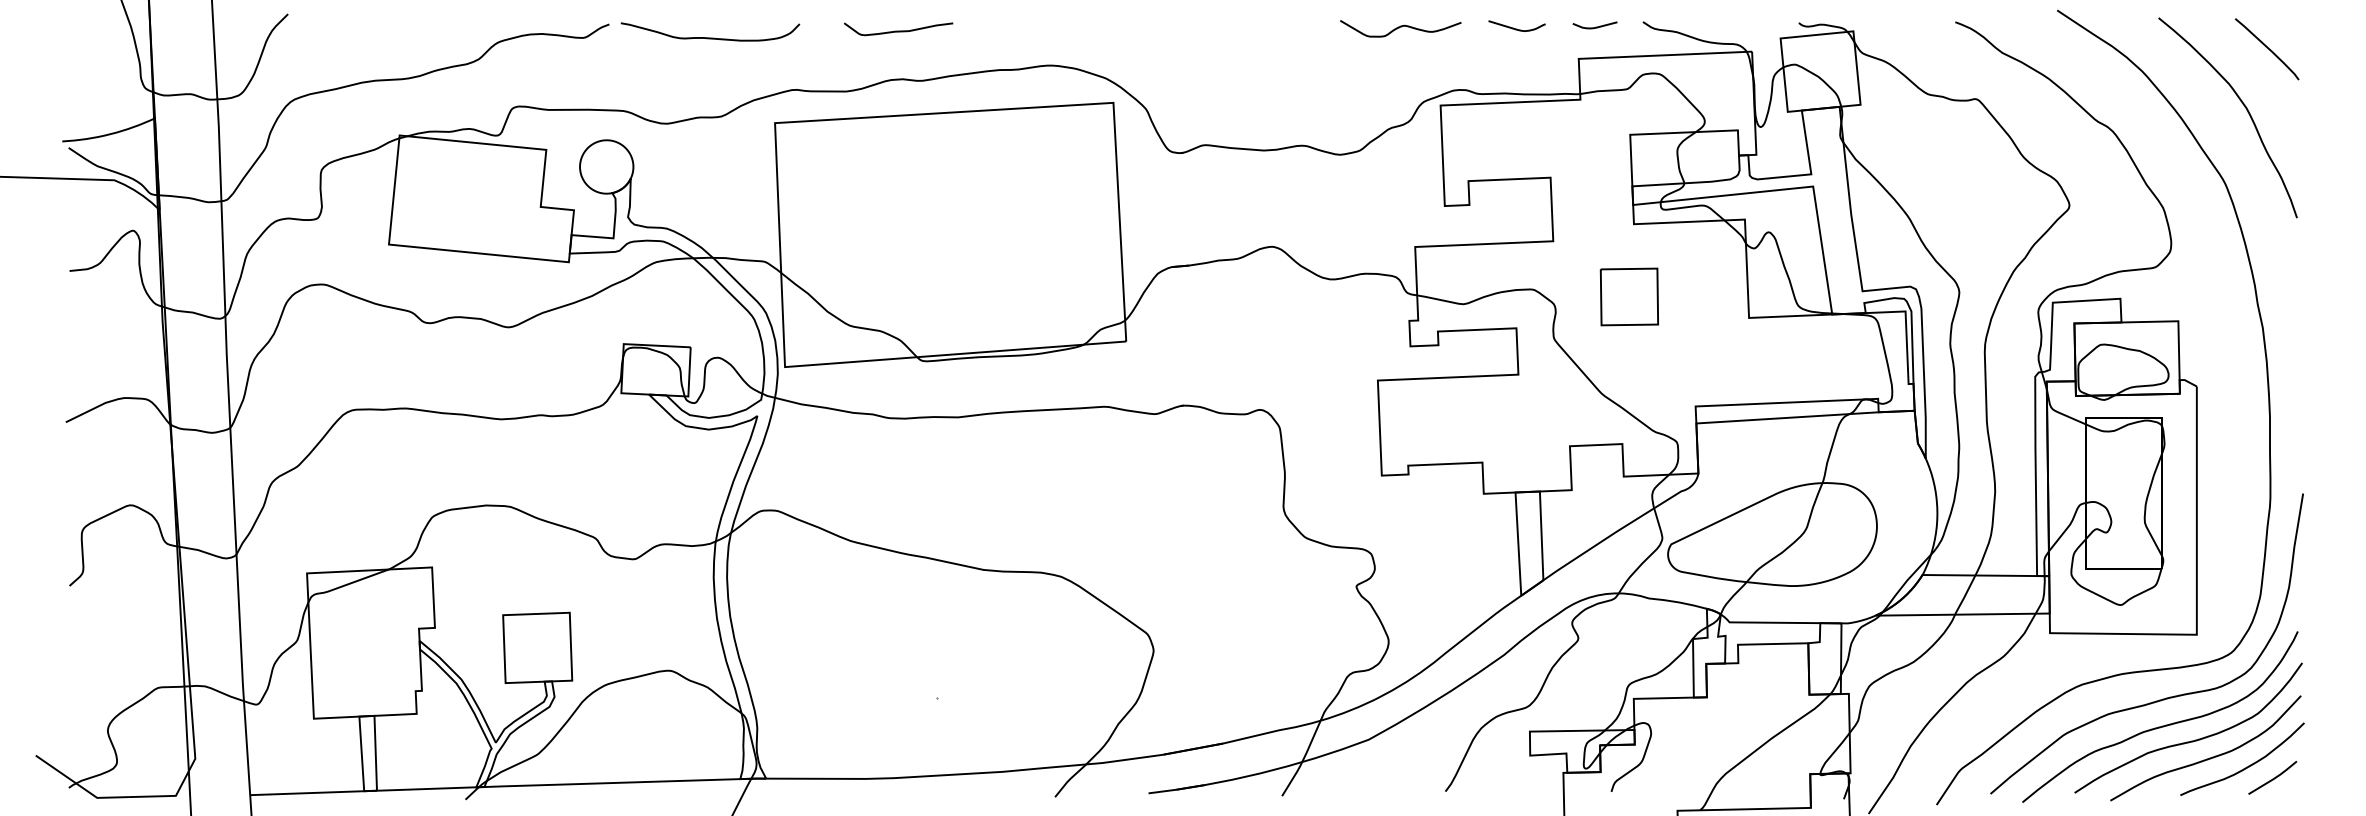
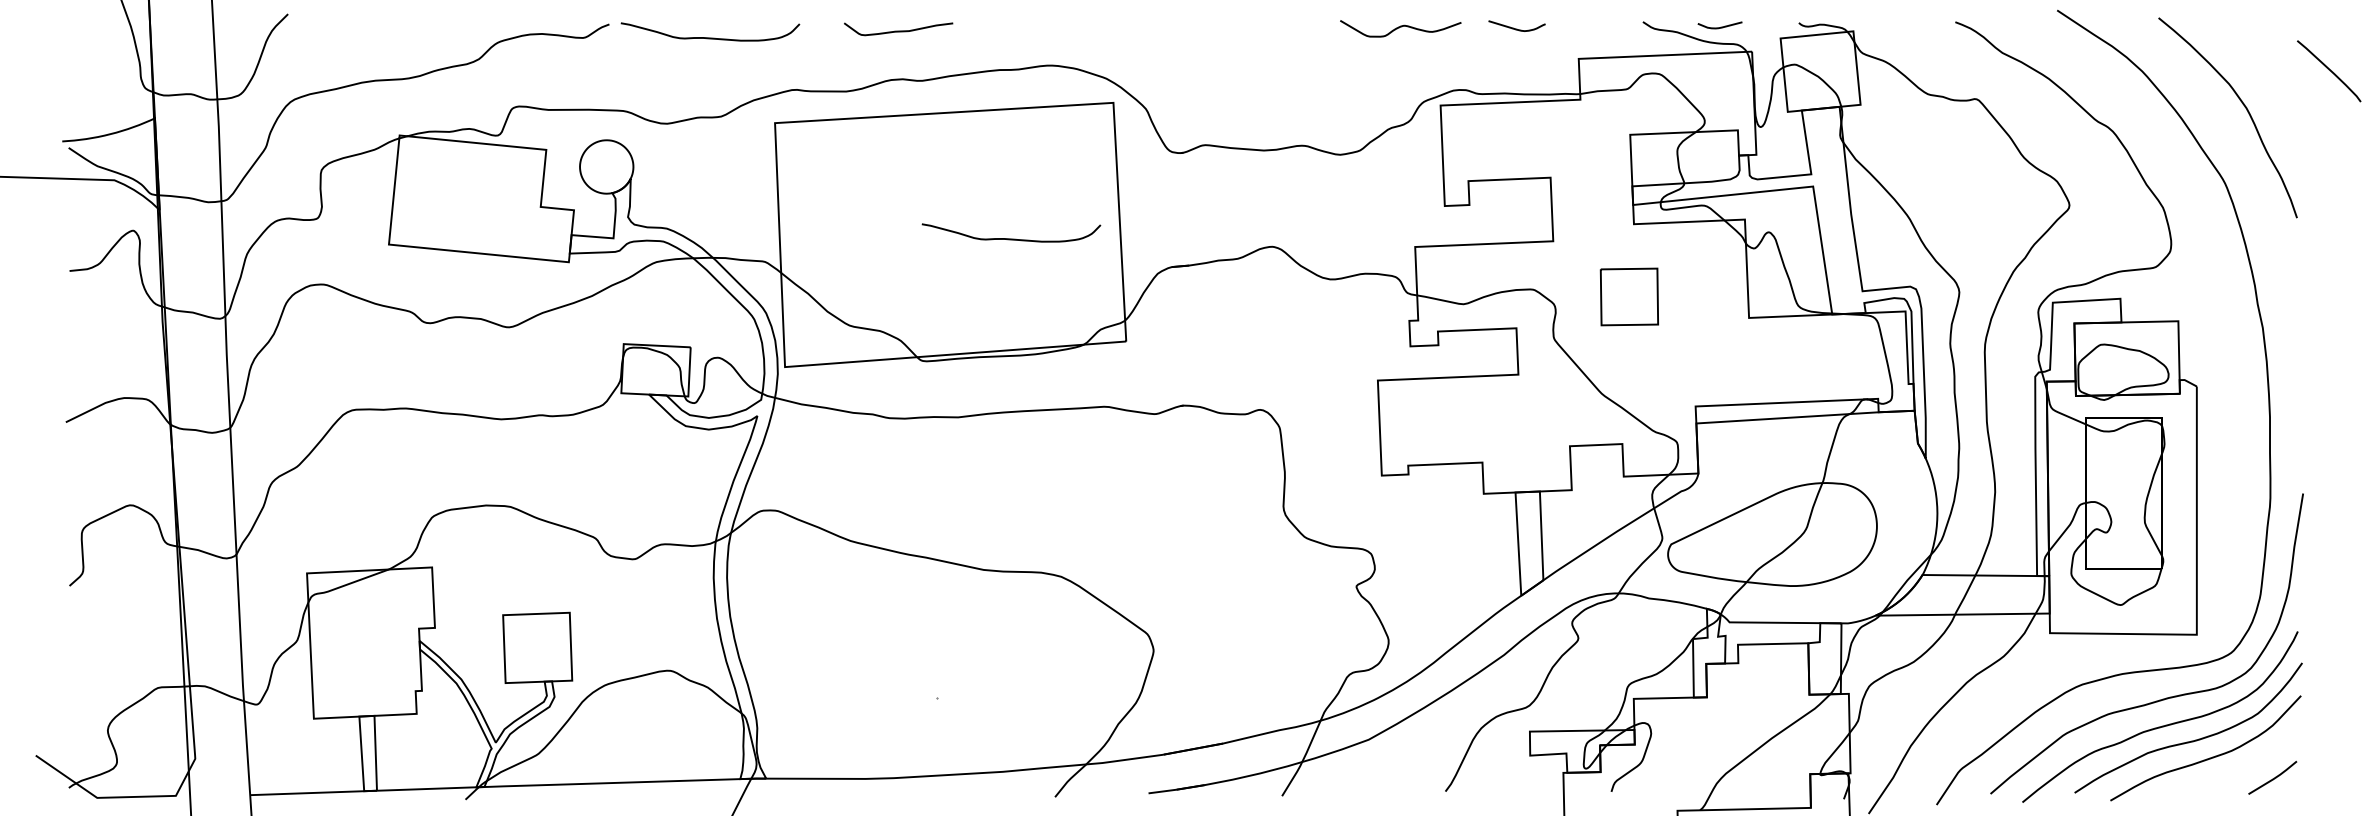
curve at (1595, 26) position: (1595, 26) -> (1720, 26)
curve at (2267, 48) position: (2267, 48) -> (2329, 70)
curve at (1011, 238): none -> present
curve at (2246, 766): present -> none
